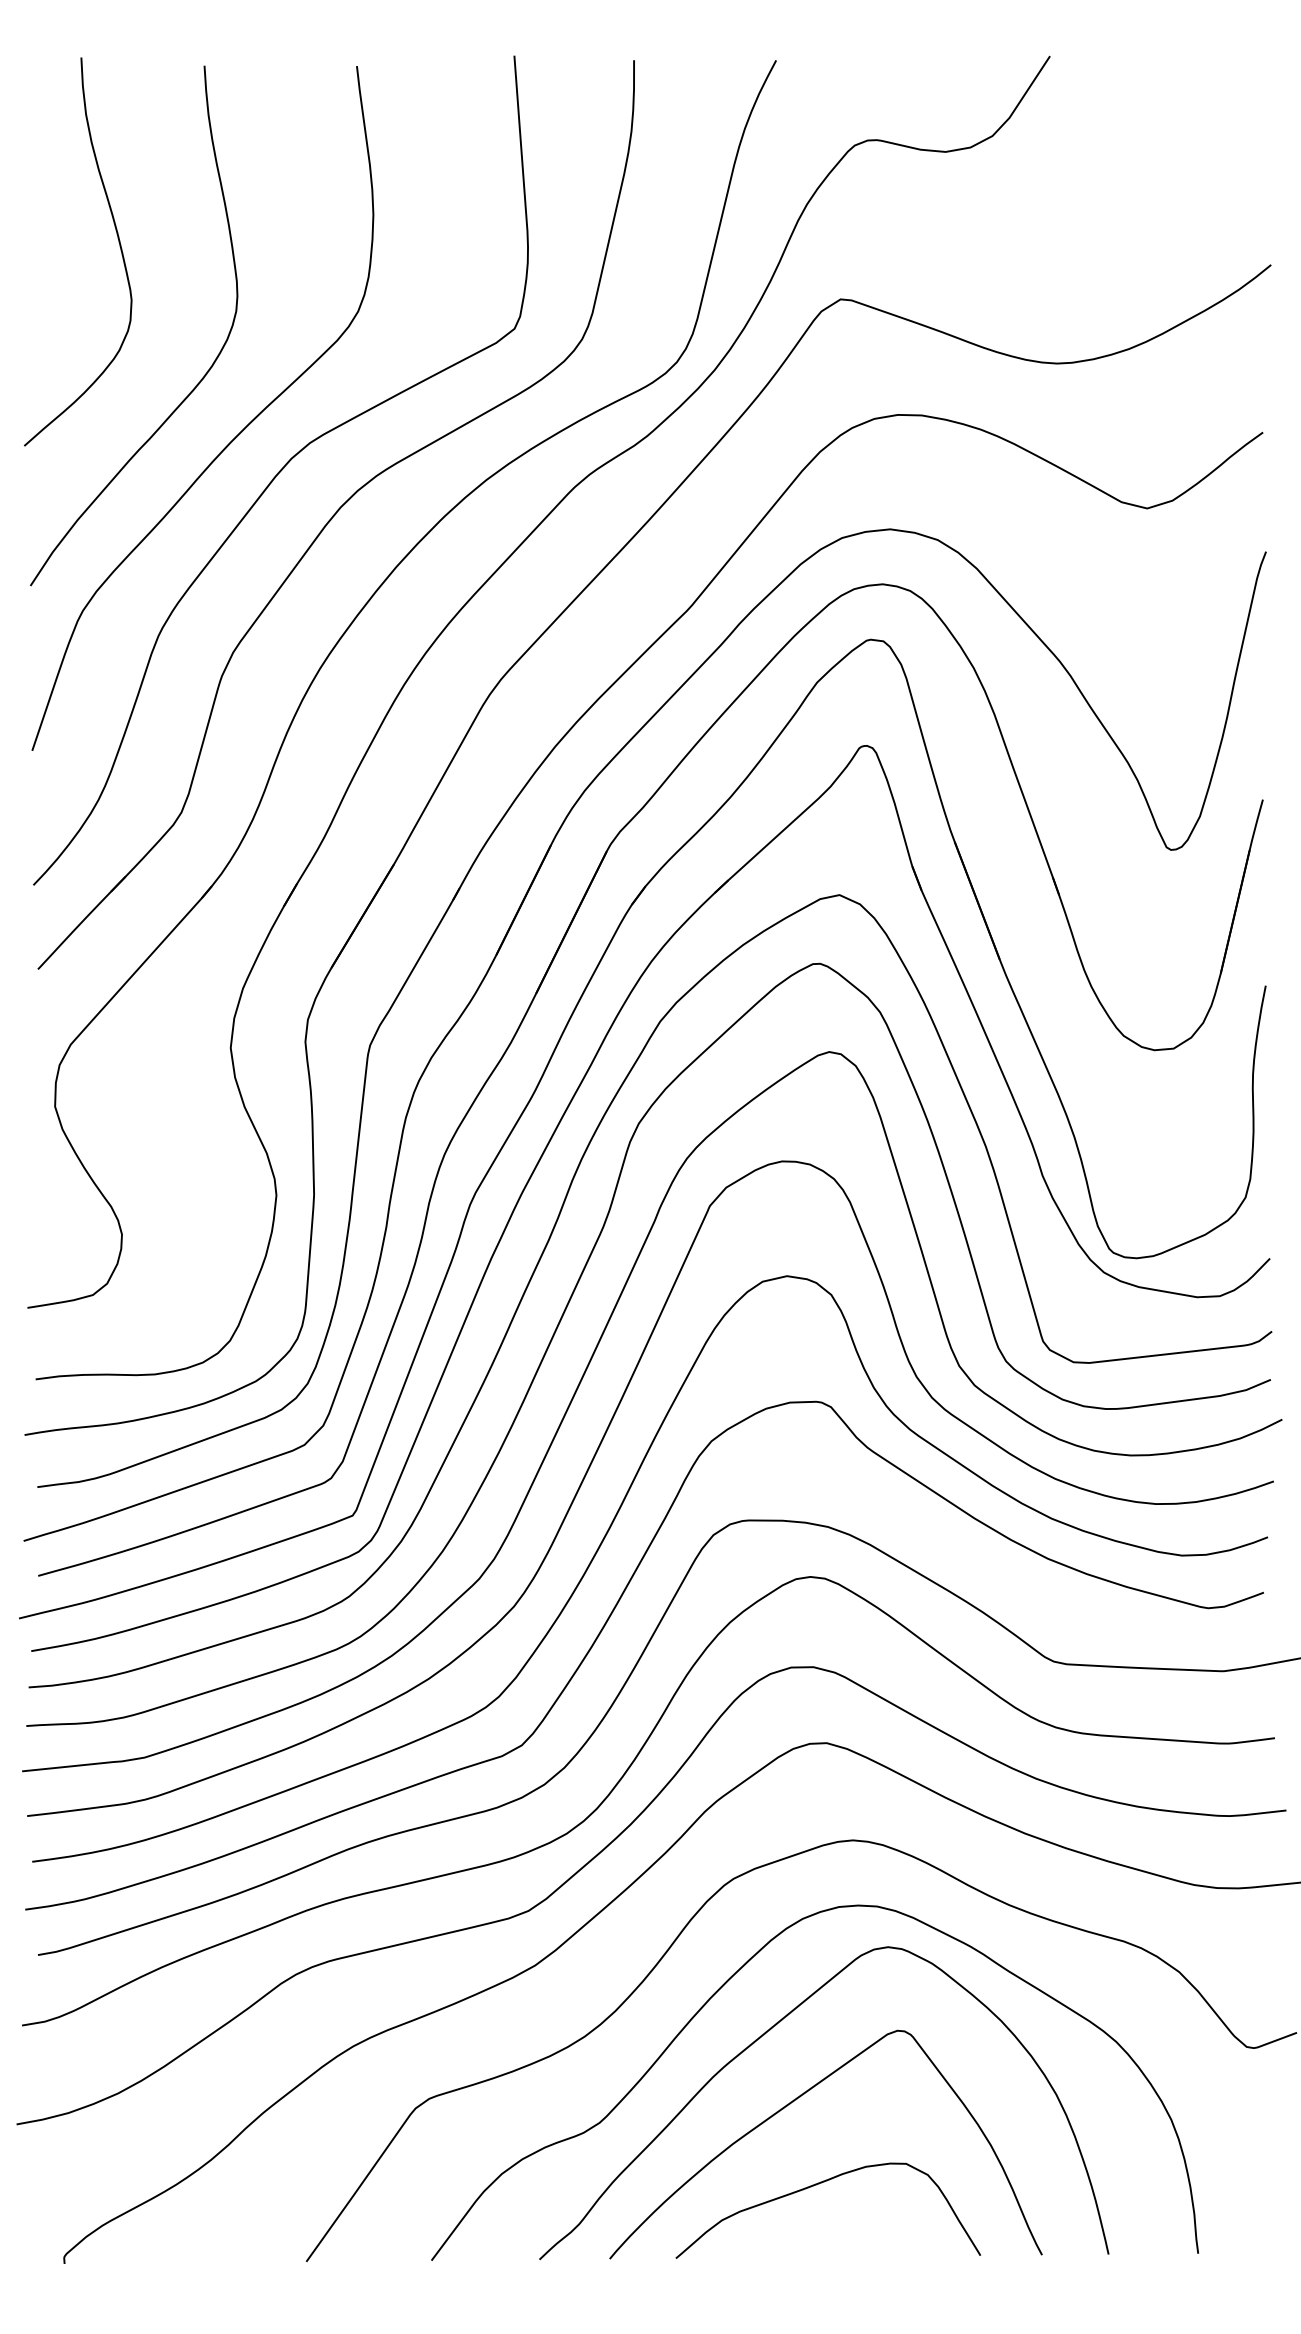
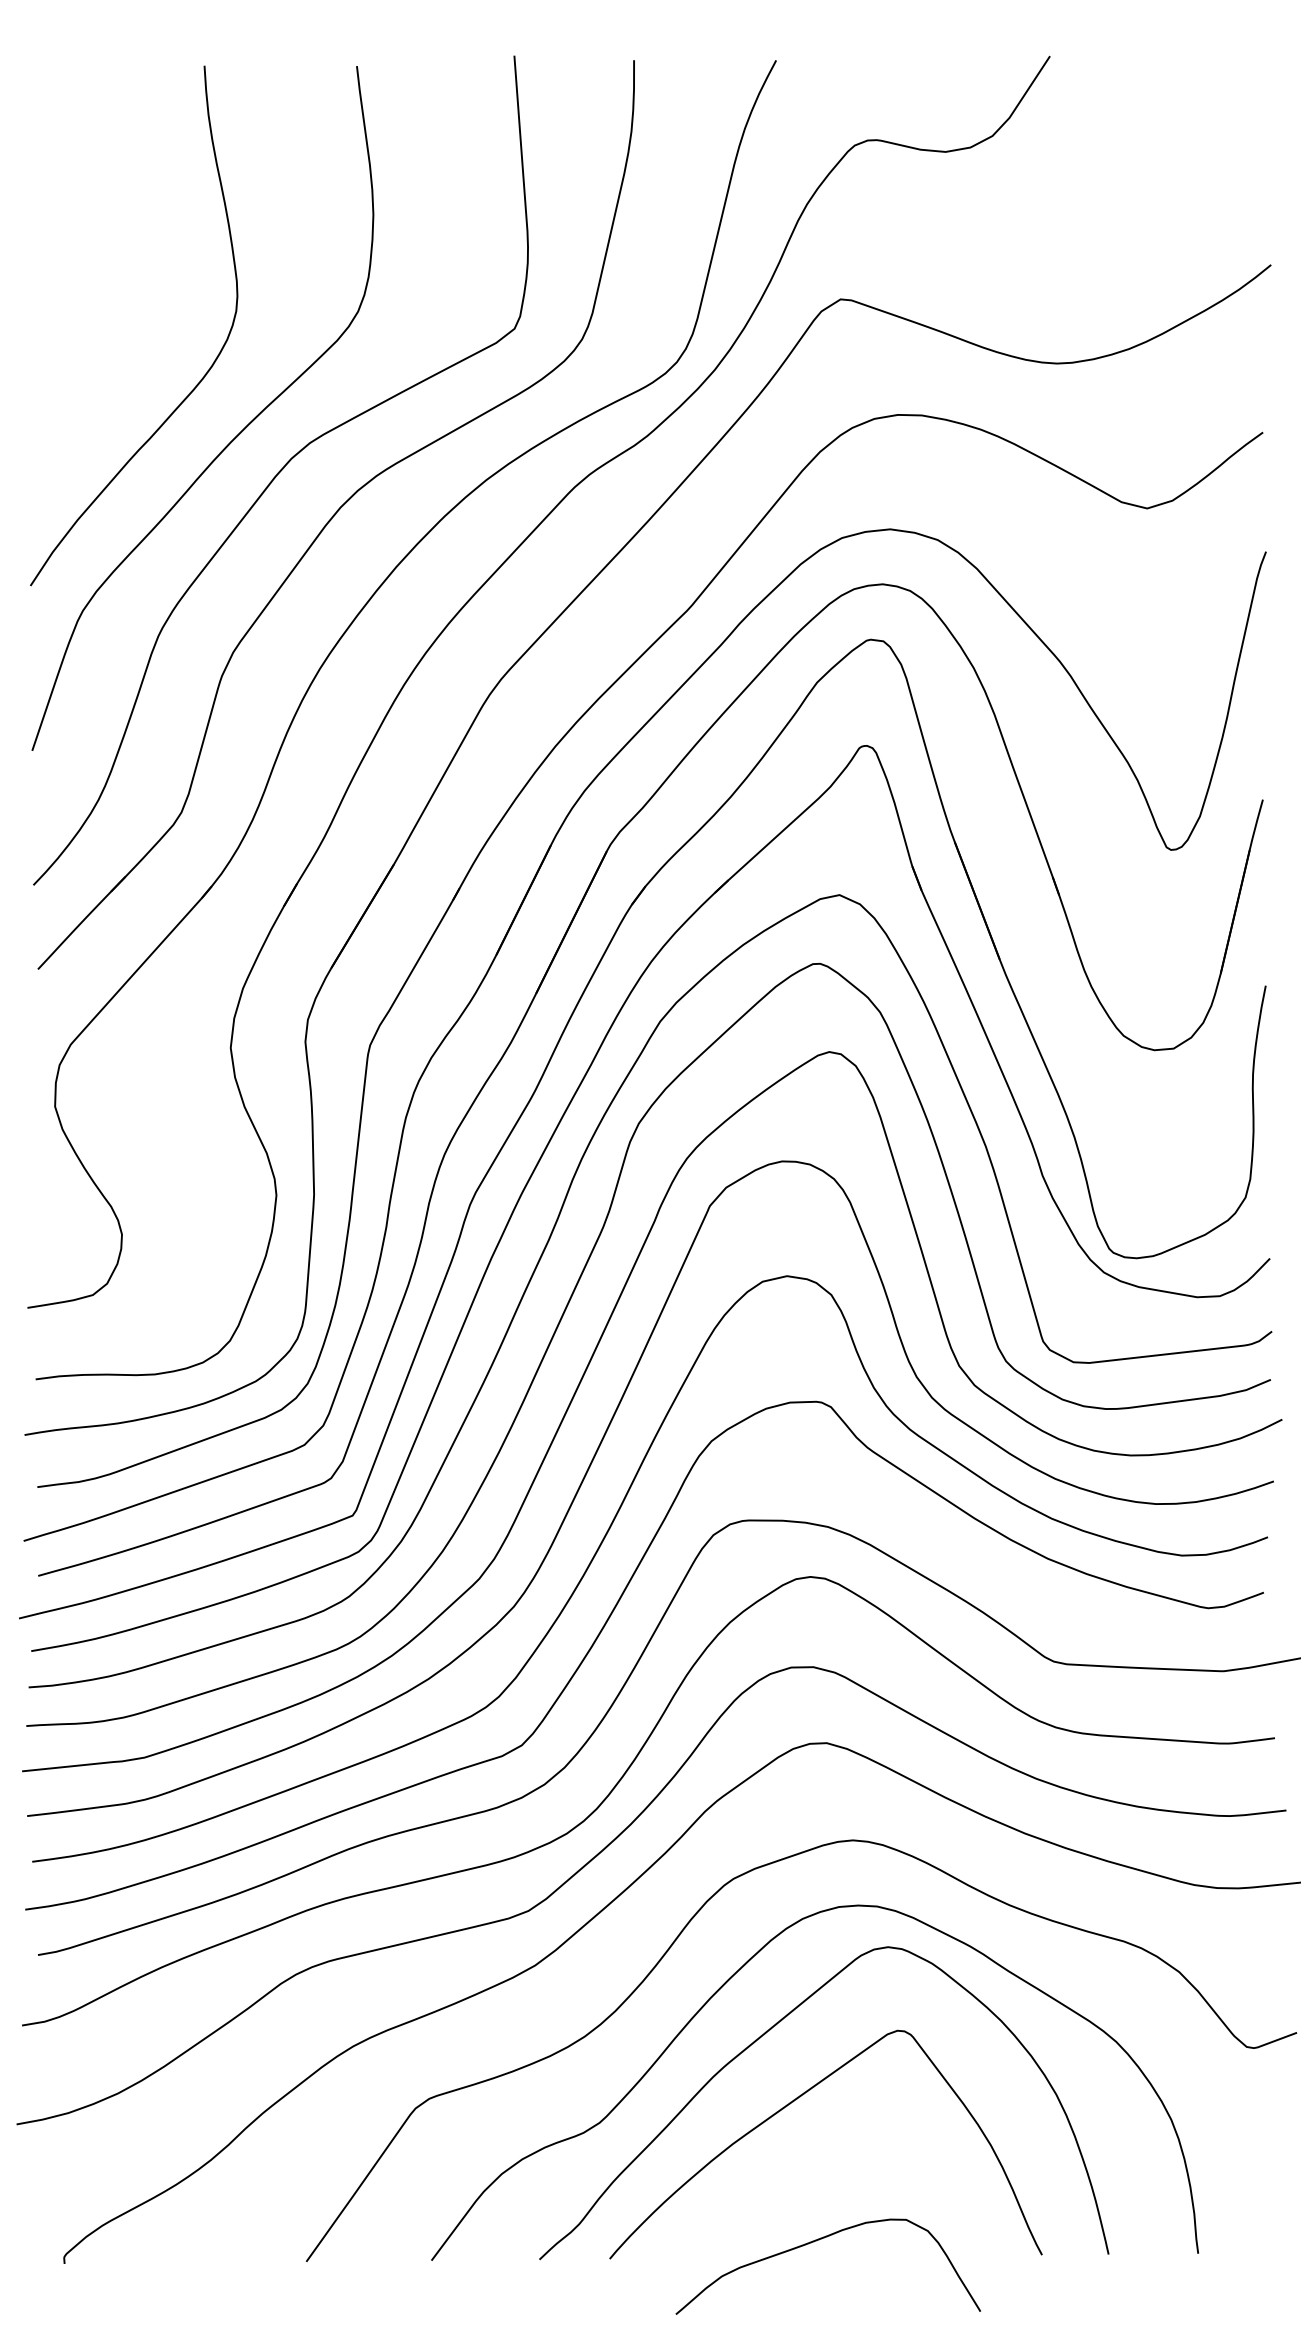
curve at (118, 242): present -> none
curve at (819, 2184) position: (819, 2184) -> (819, 2240)
